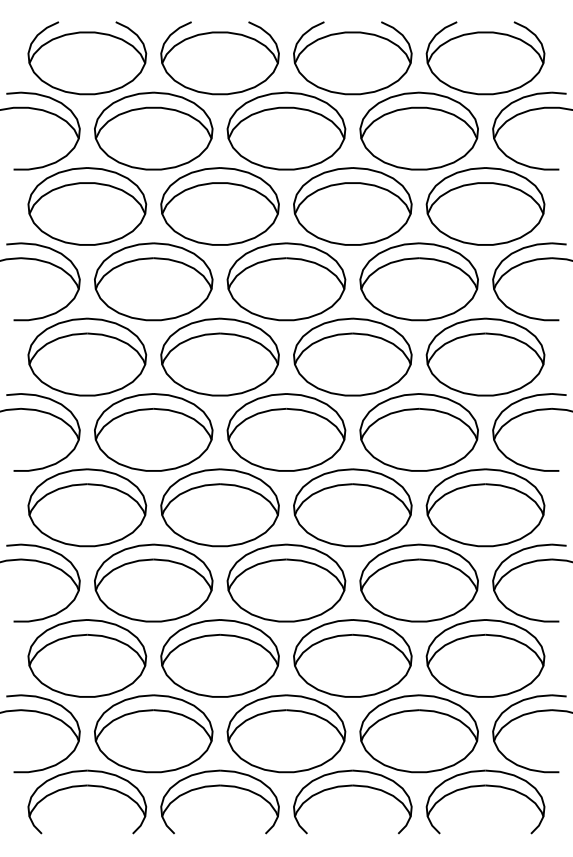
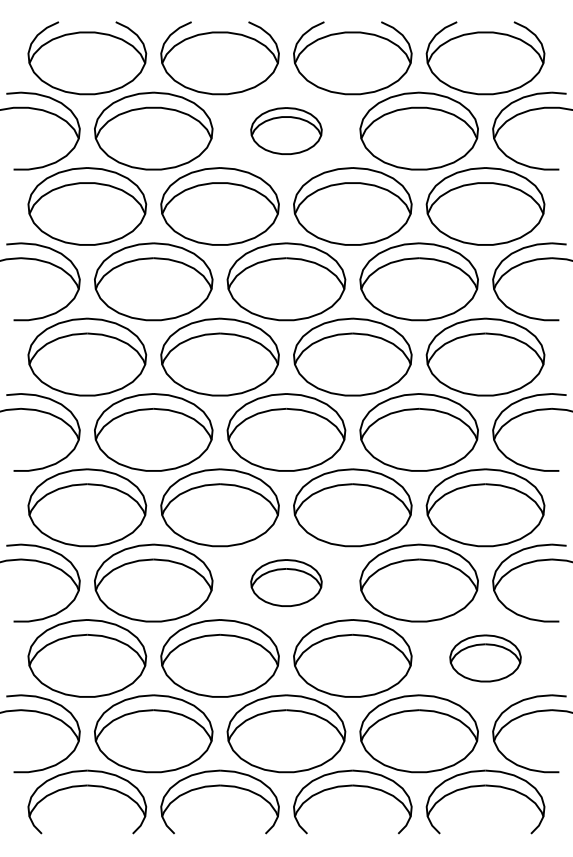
part at (286, 130) size: 121x80 px -> 73x48 px
part at (286, 582) size: 121x80 px -> 73x48 px
part at (485, 658) size: 121x79 px -> 73x49 px
